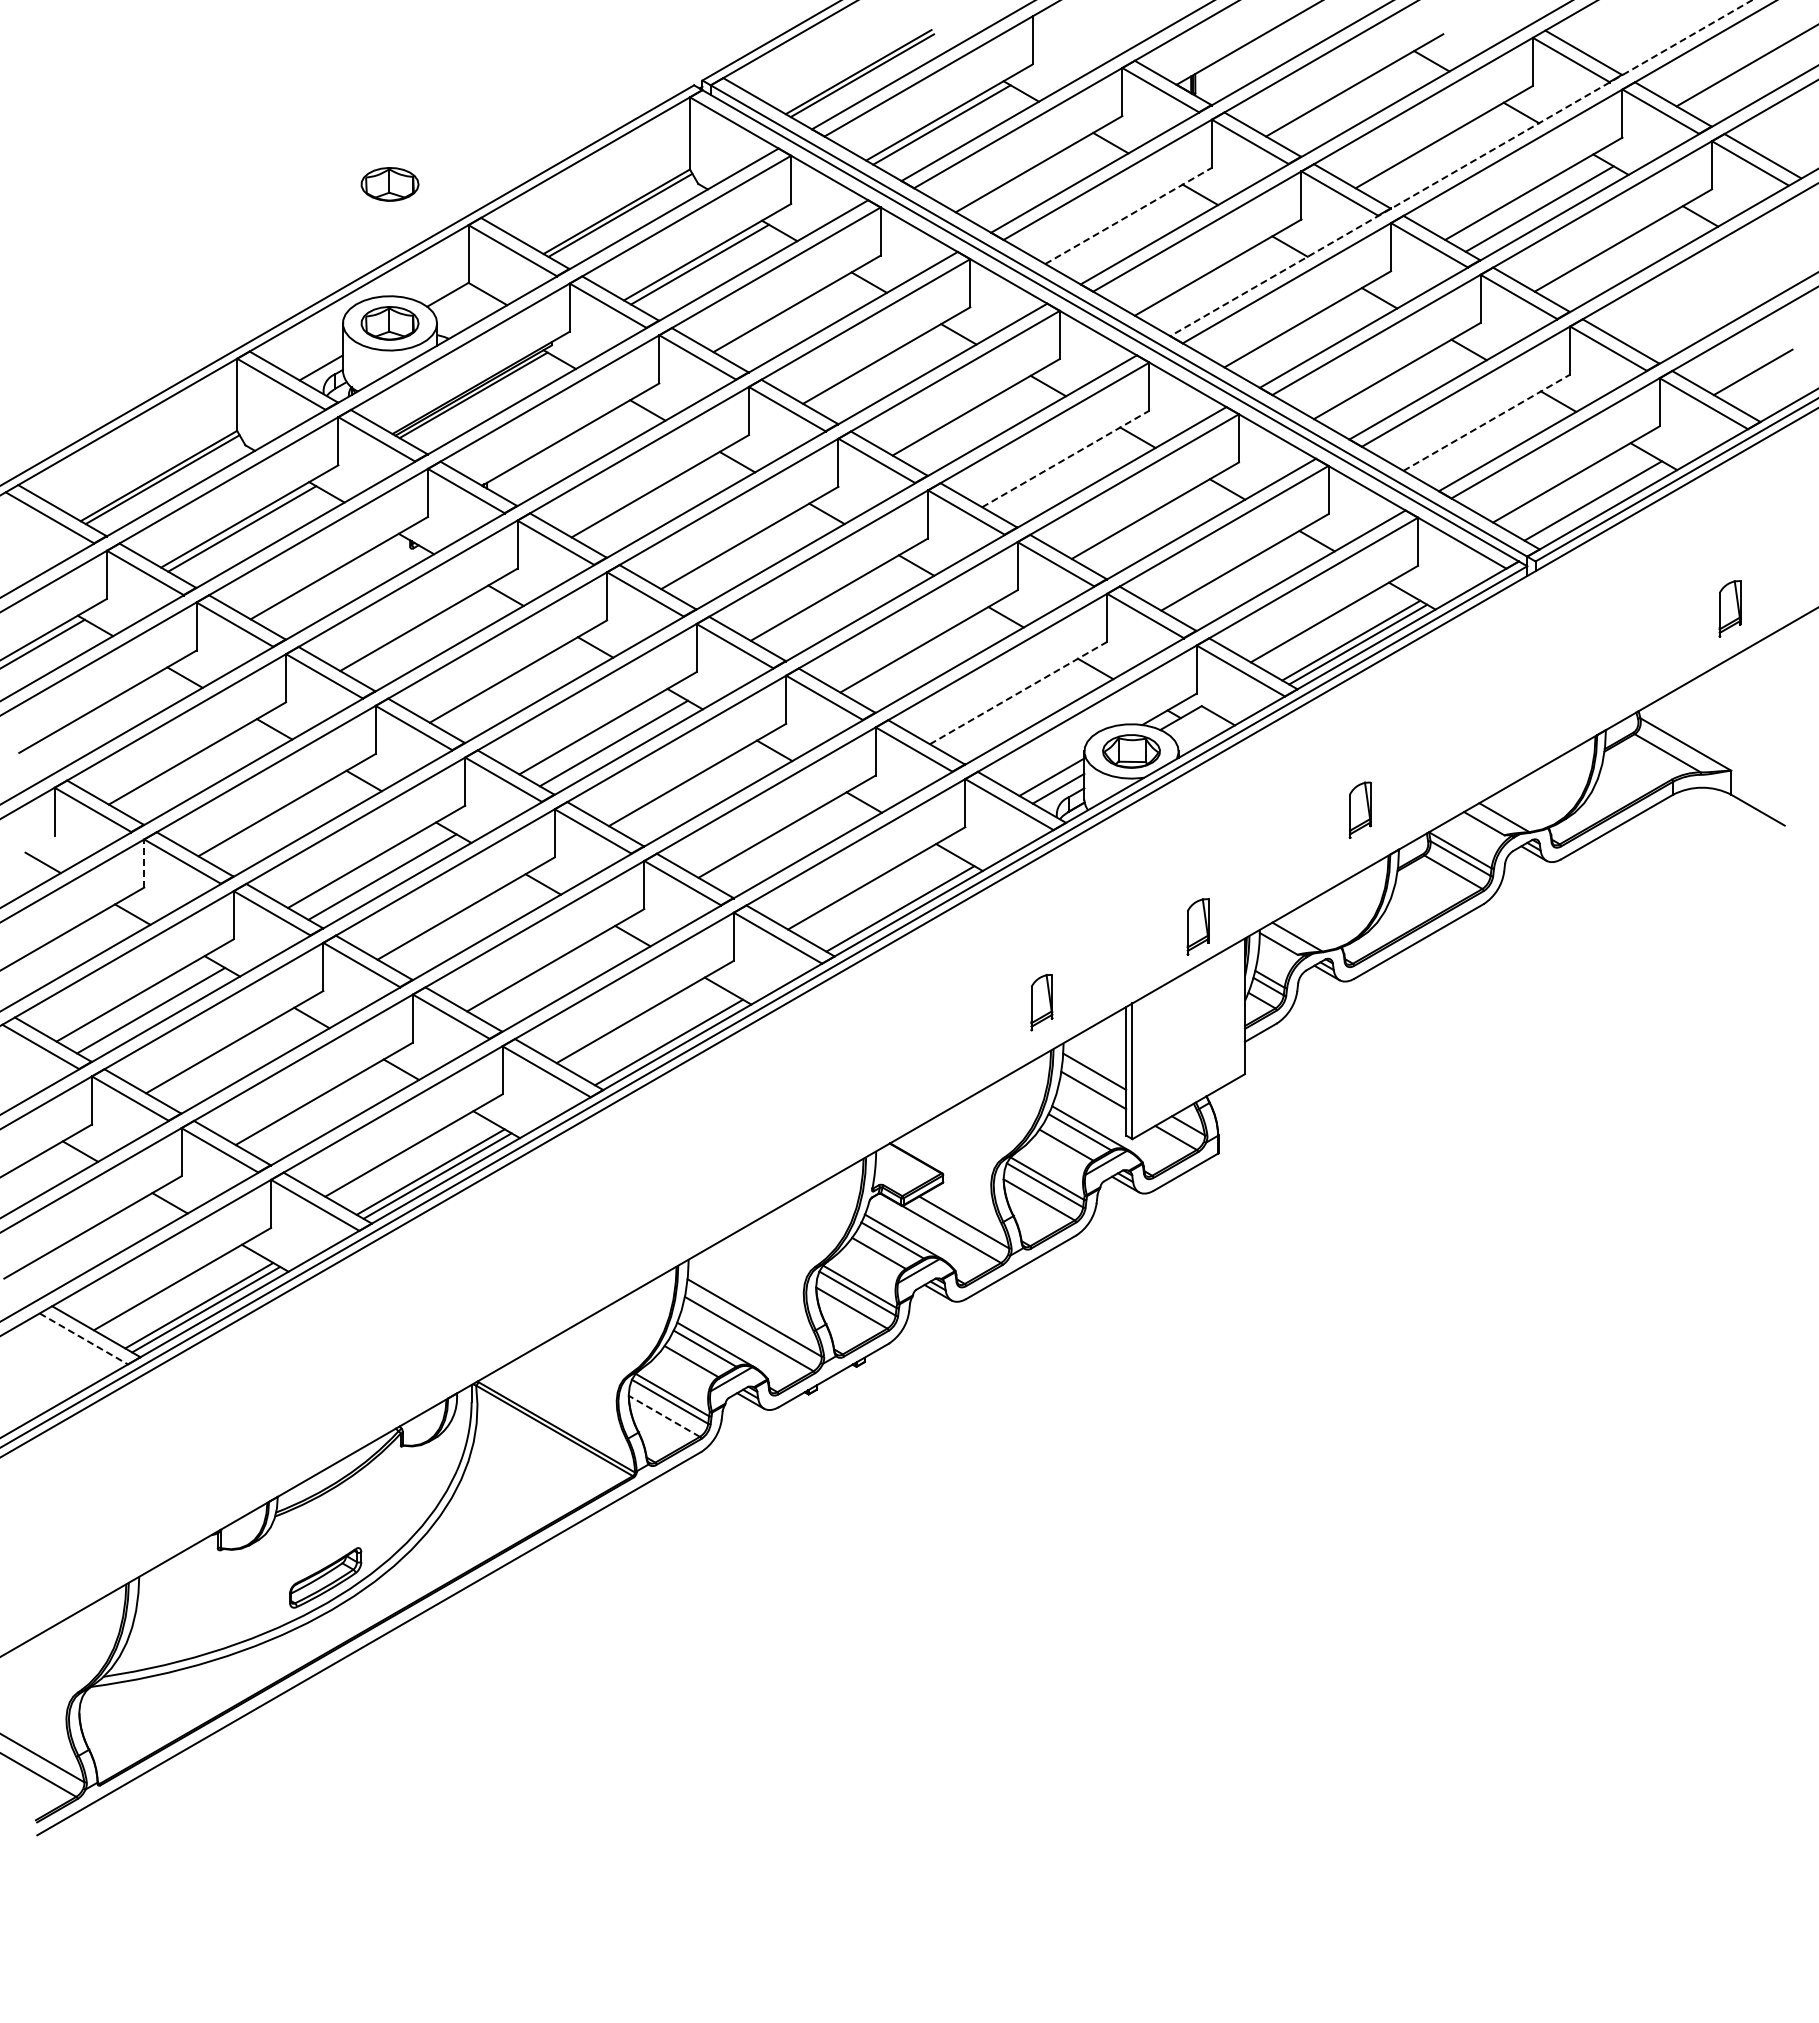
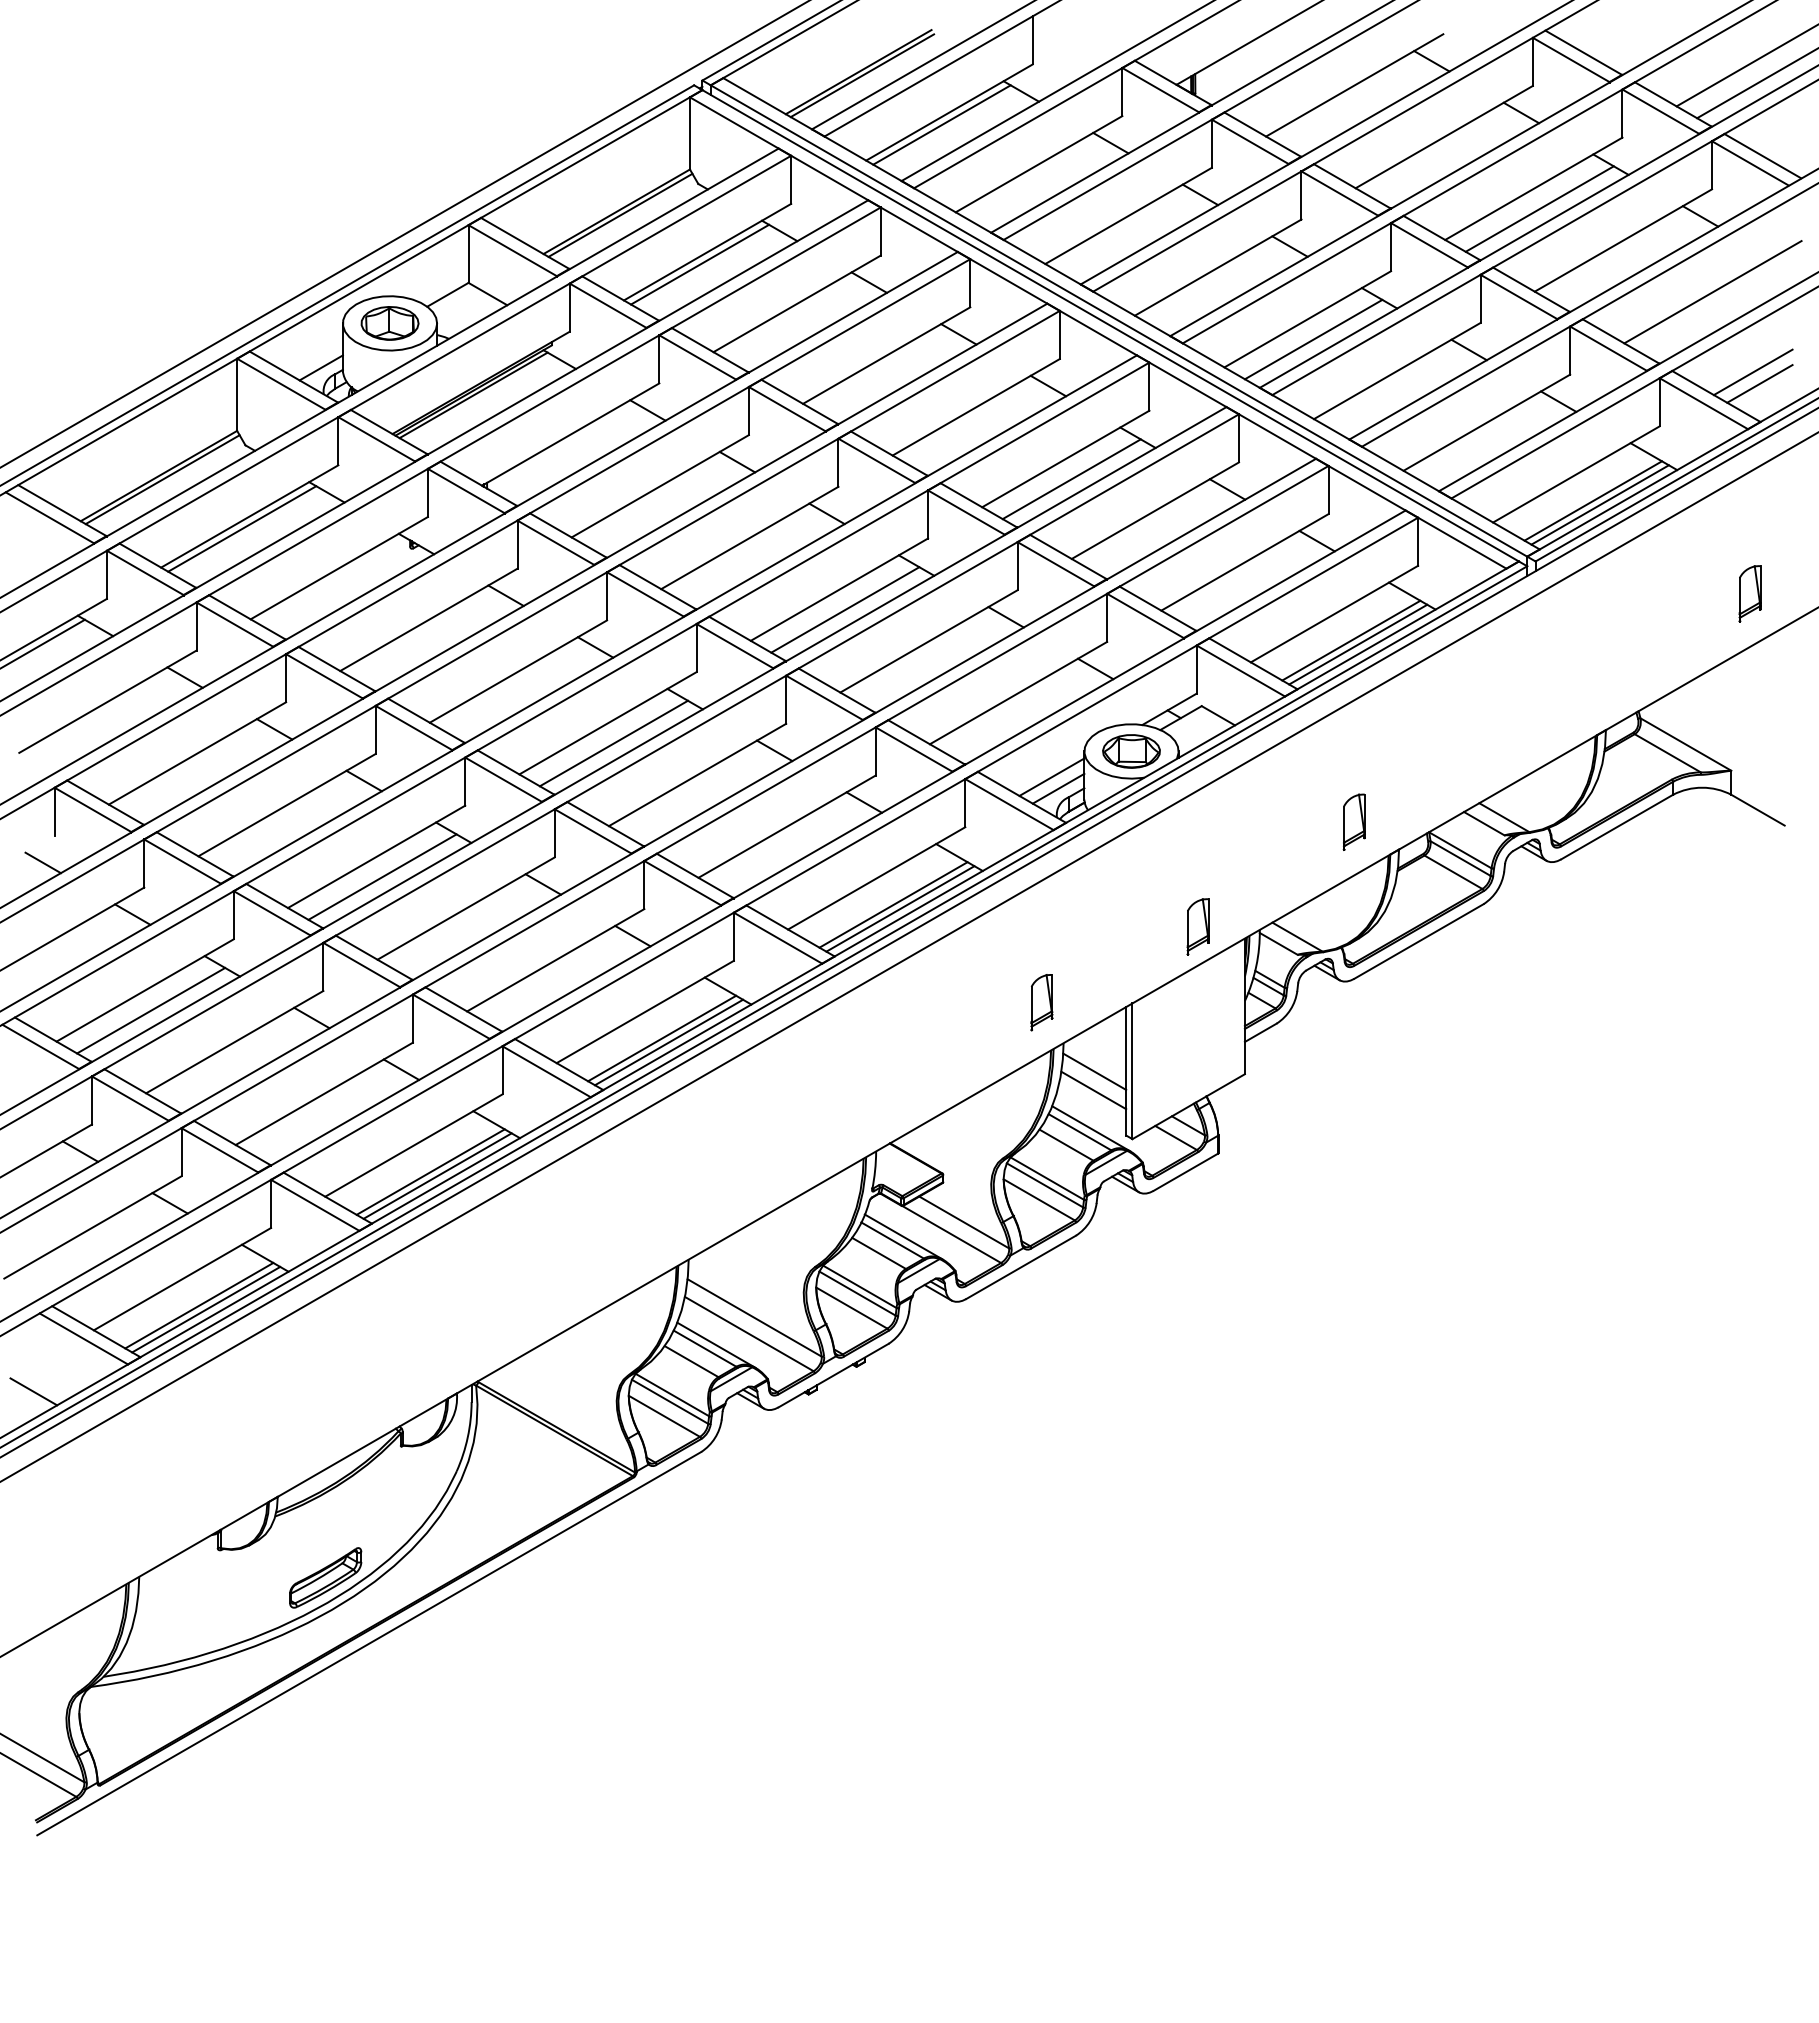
line at (1756, 83): none -> present
line at (1461, 168): dashed -> solid
part at (389, 184): present -> none
line at (1129, 215): dashed -> solid
line at (404, 234): none -> present
line at (1712, 292): none -> present
line at (1313, 339): none -> present
line at (1759, 383): none -> present
line at (1487, 422): dashed -> solid
line at (1065, 458): dashed -> solid
line at (1071, 479): none -> present
line at (1599, 504): none -> present
part at (1729, 608) position: (1729, 608) -> (1749, 593)
line at (845, 609): none -> present
line at (1018, 692): dashed -> solid
part at (1359, 809) position: (1359, 809) -> (1353, 821)
line at (144, 863): dashed -> solid
line at (893, 904): none -> present
line at (908, 956): none -> present
line at (662, 1038): none -> present
line at (83, 1338): dashed -> solid
line at (33, 1391): none -> present
line at (663, 1416): dashed -> solid
